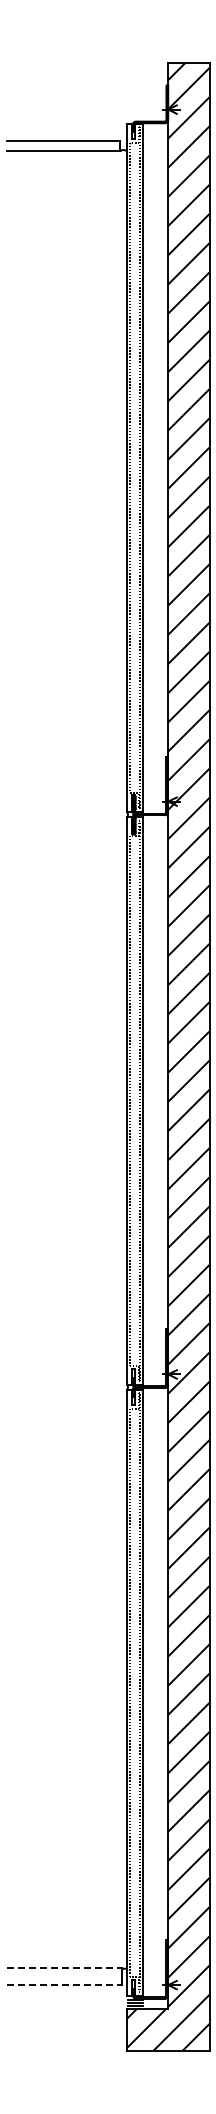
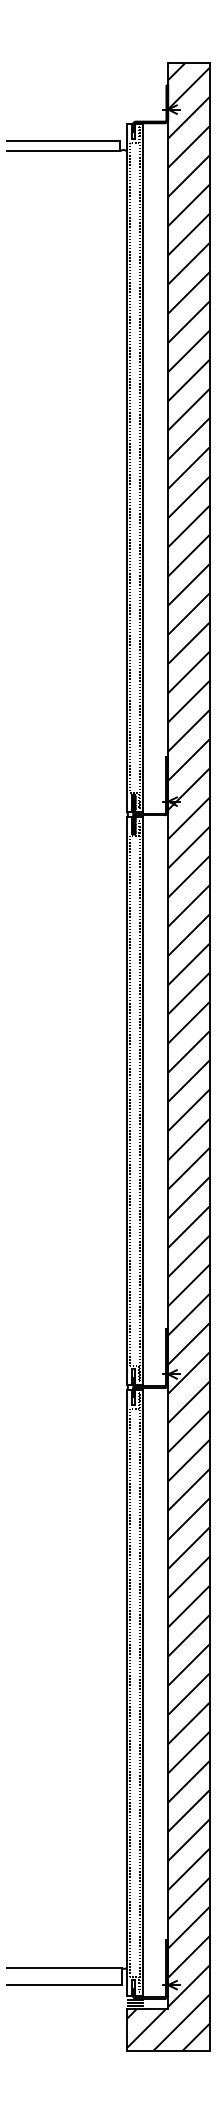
line at (64, 1968): dashed -> solid
line at (64, 1985): dashed -> solid
